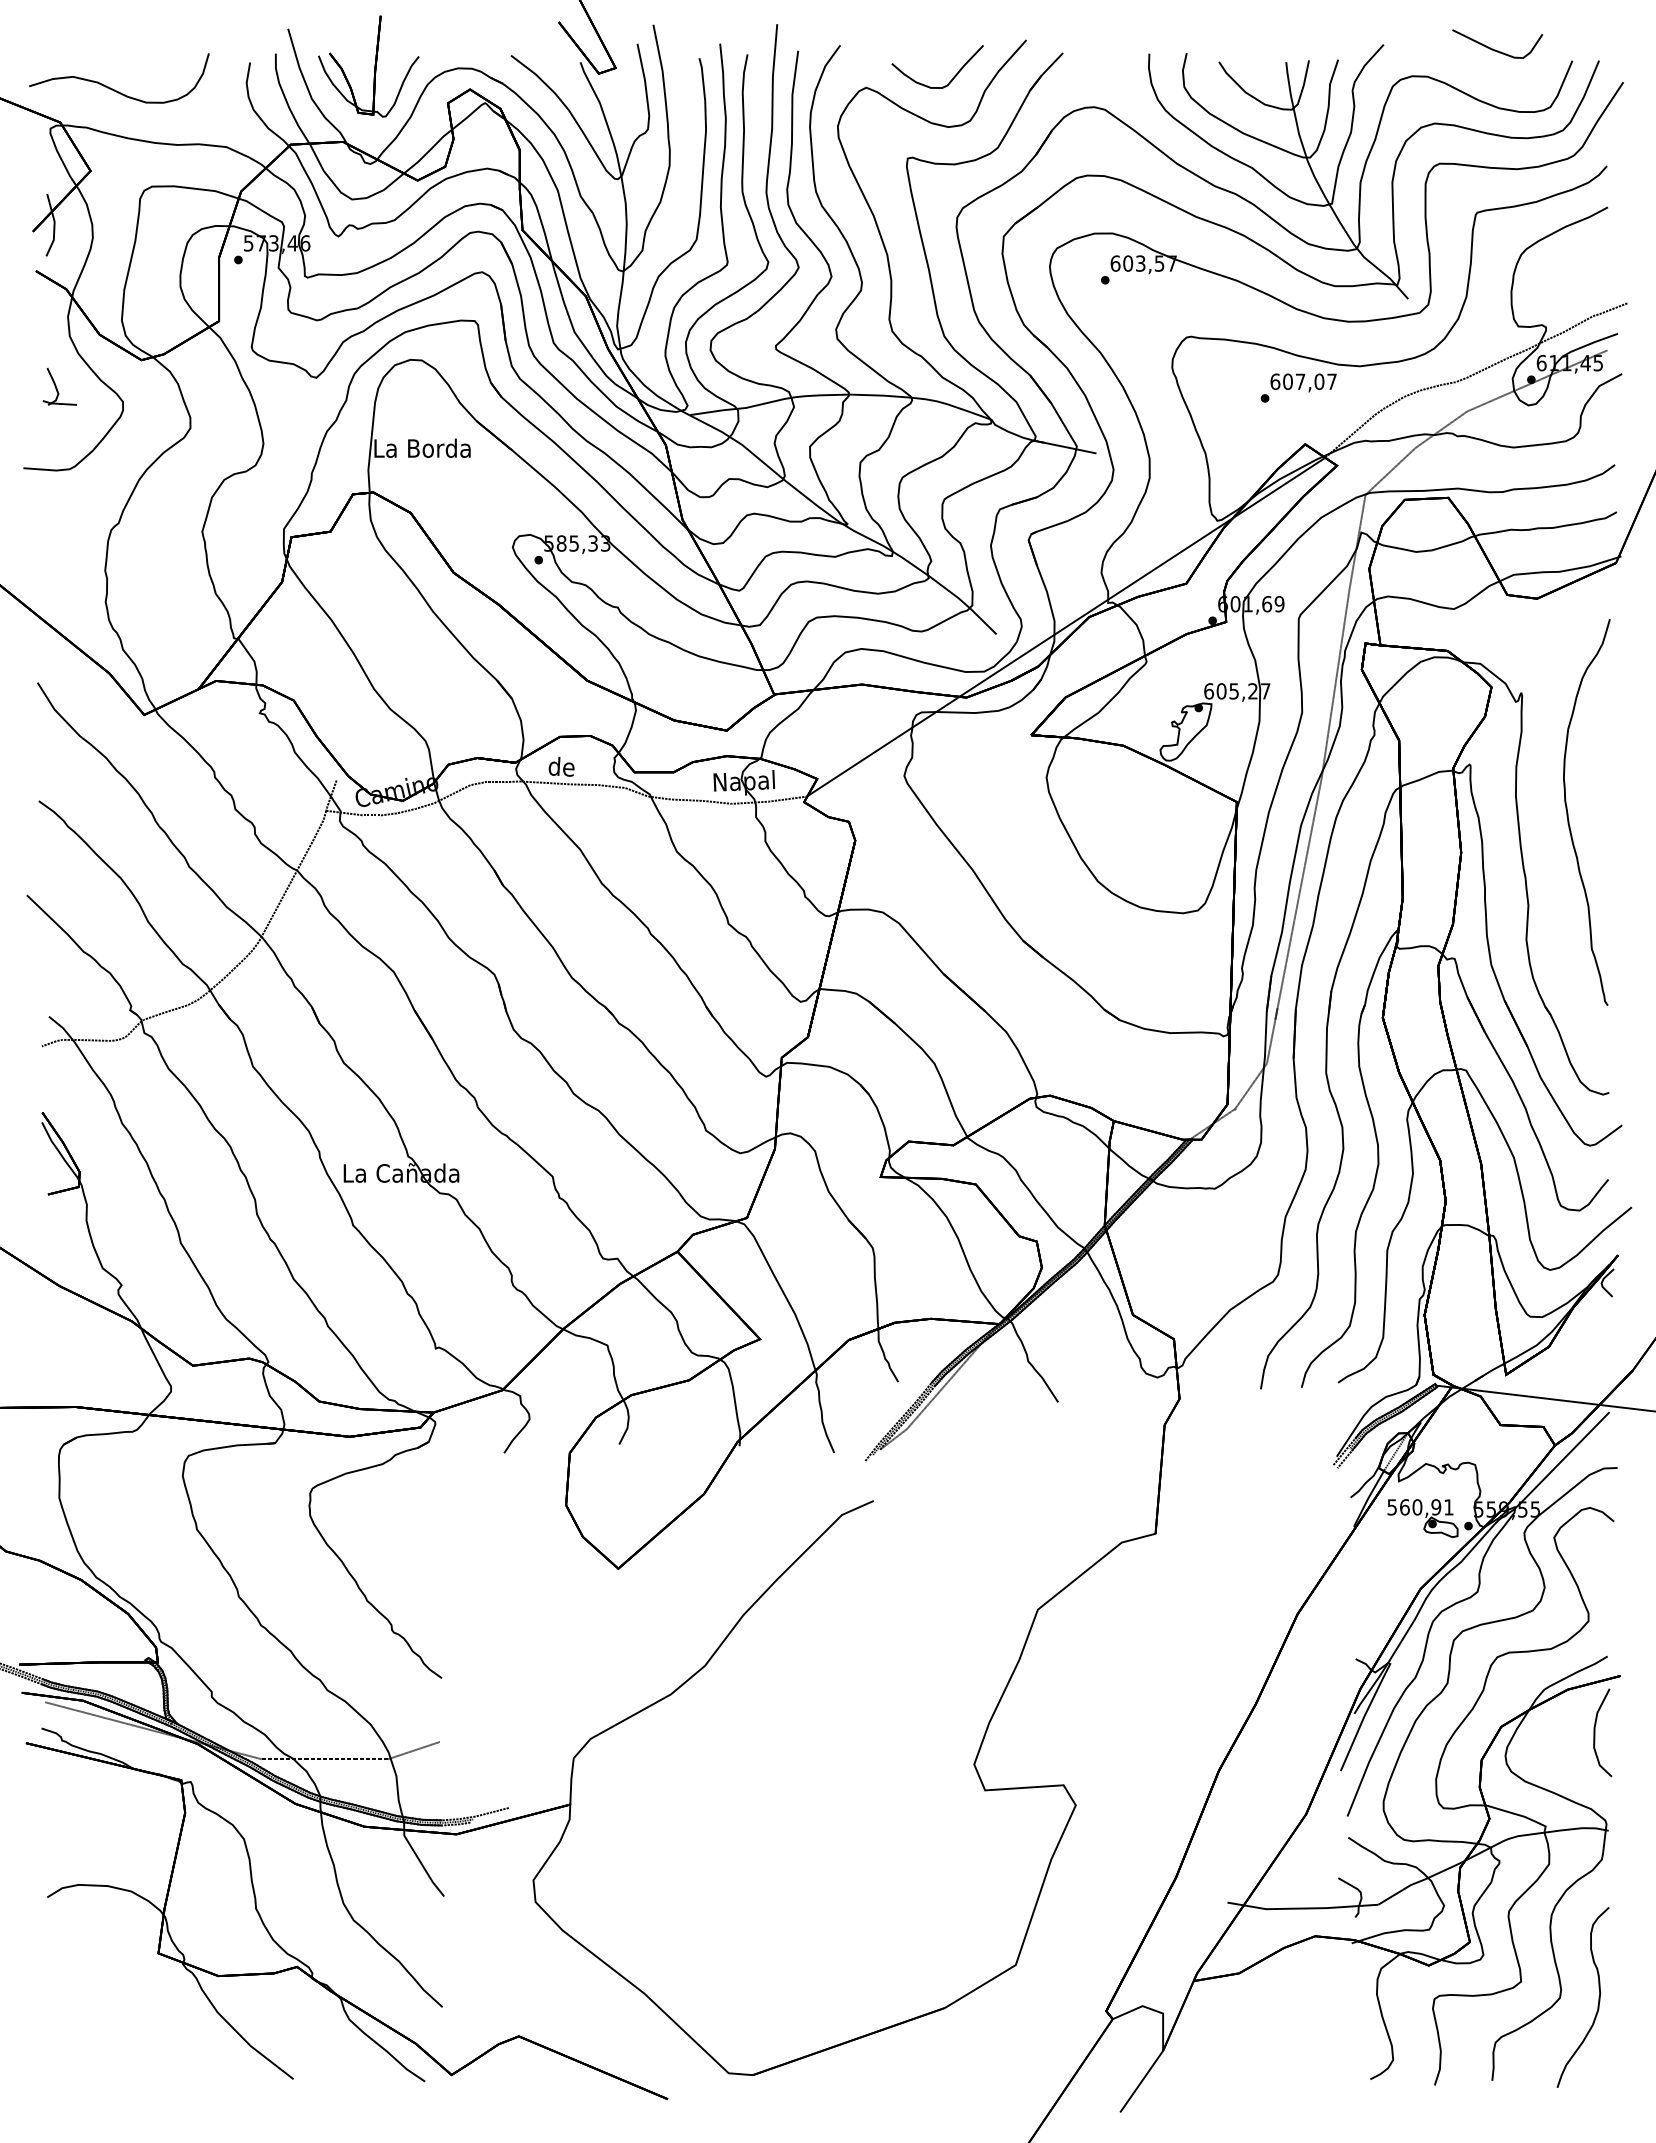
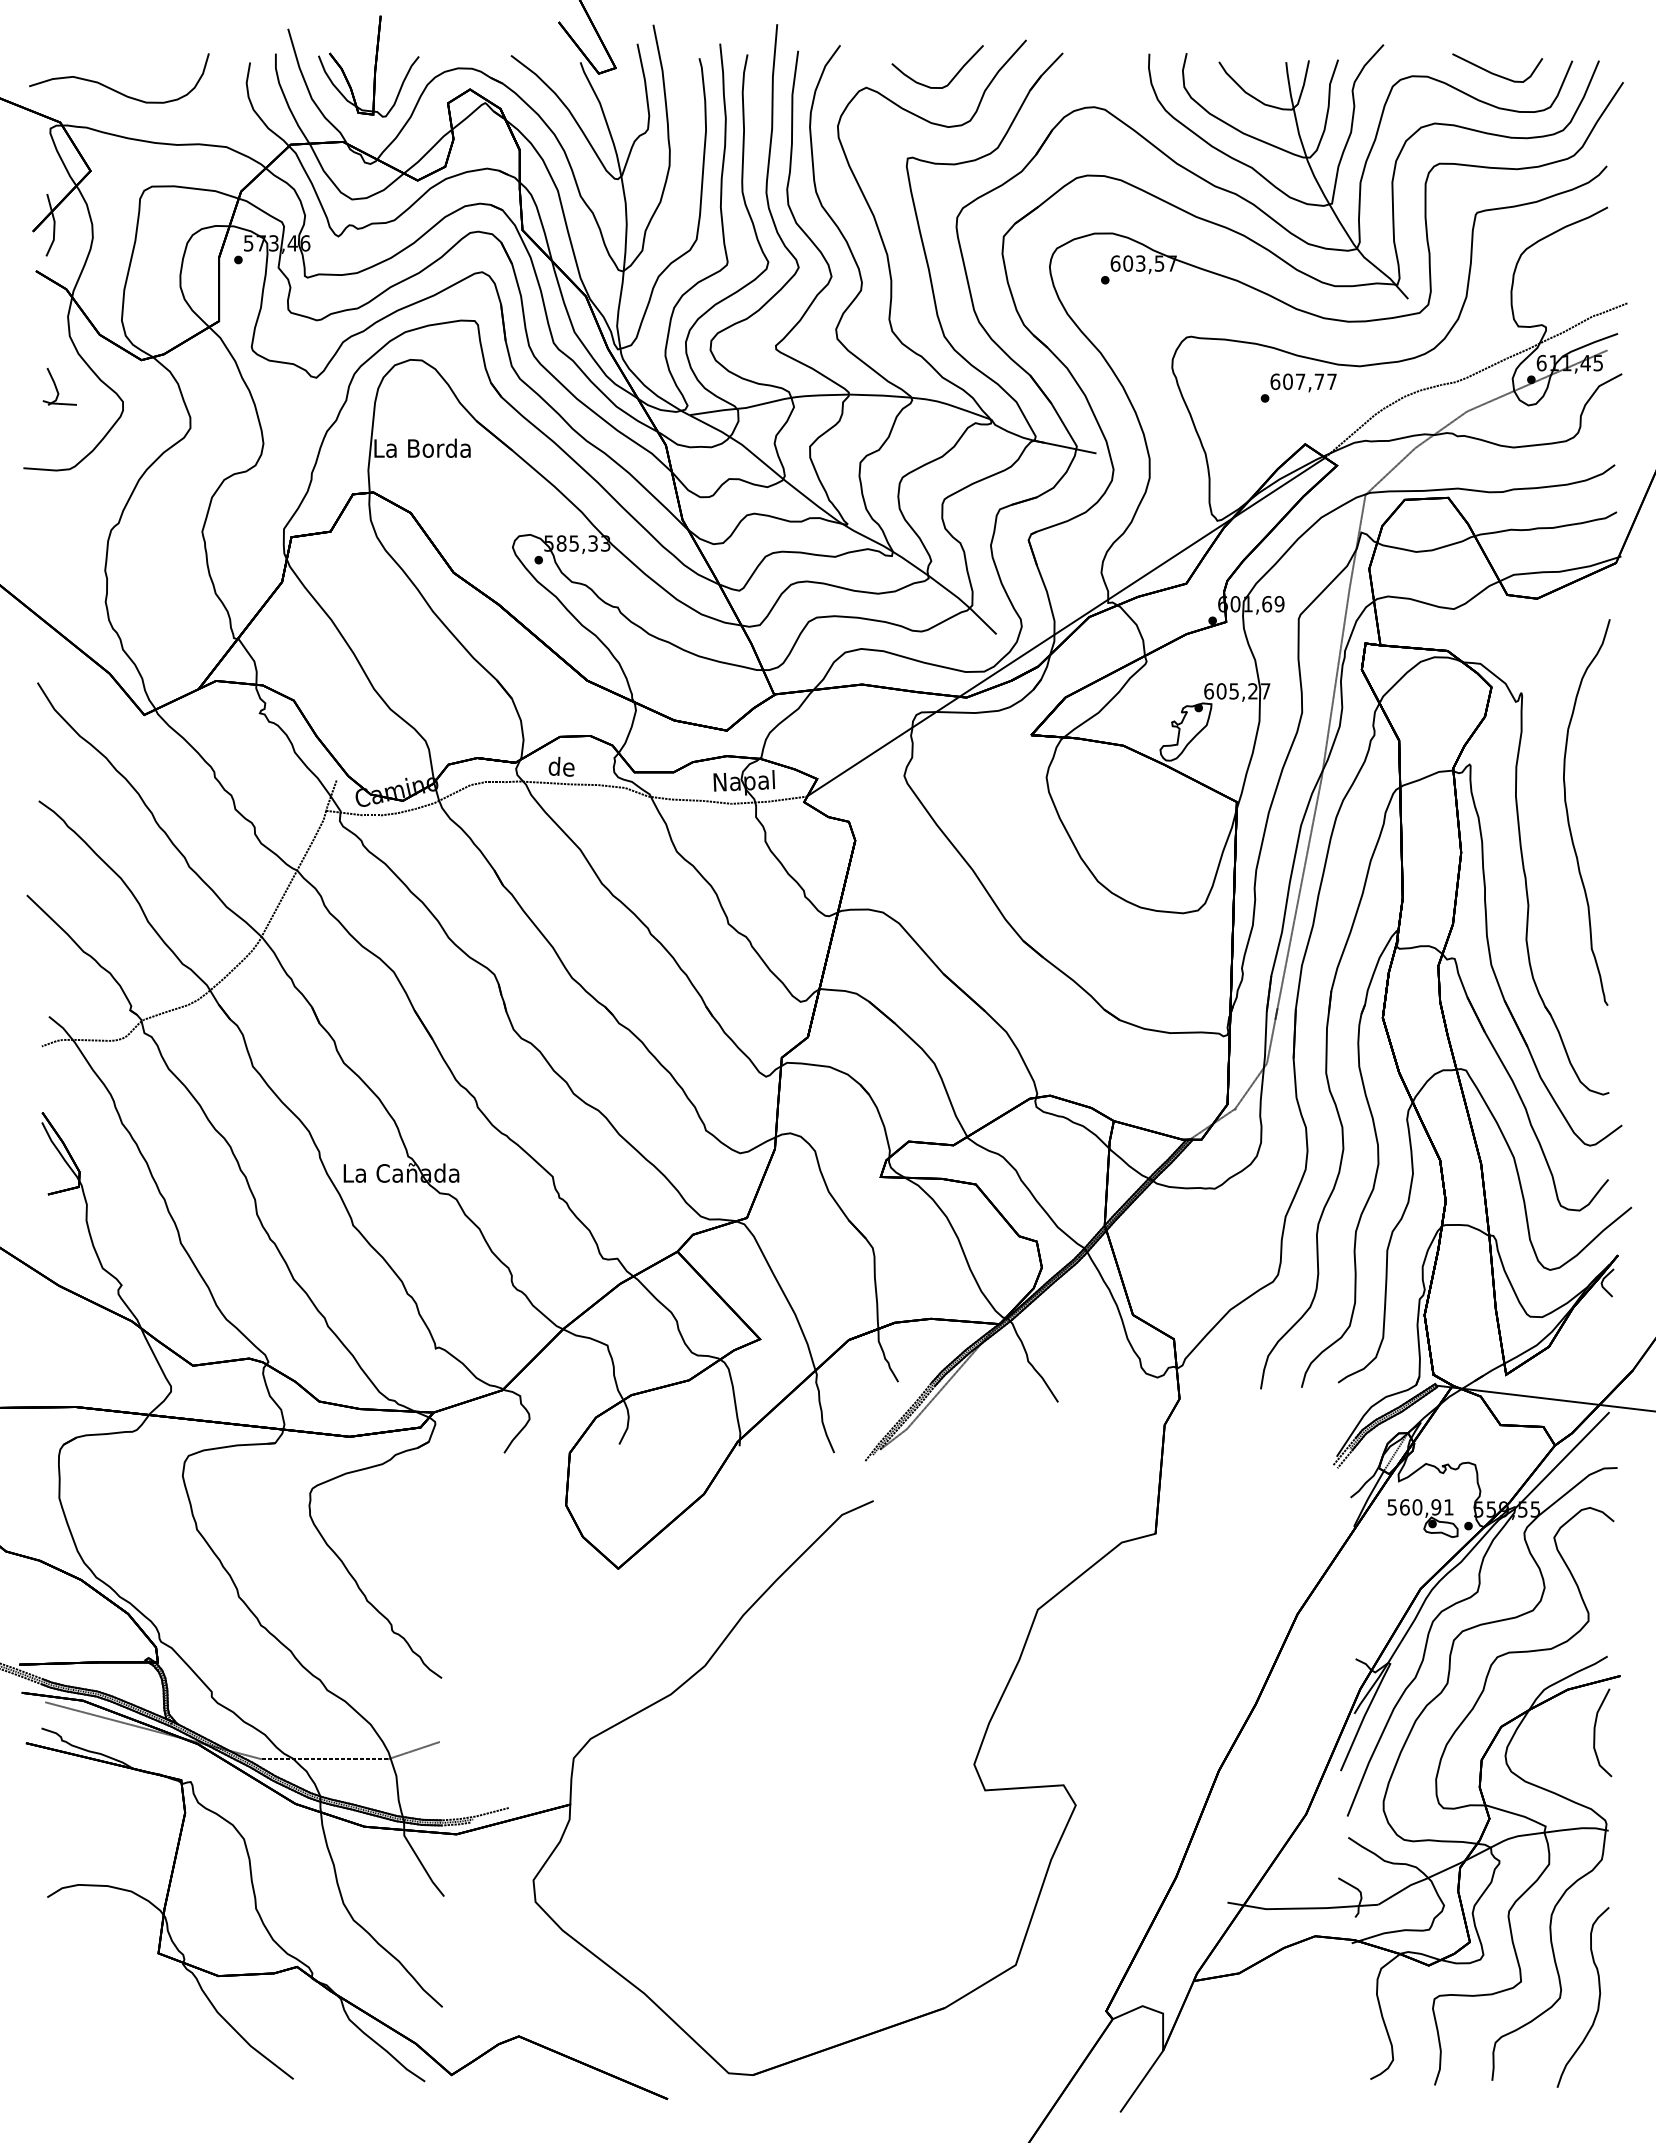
curve at (1495, 49) position: (1495, 49) -> (1495, 73)
text at (1319, 381): 607,07 -> 607,77
